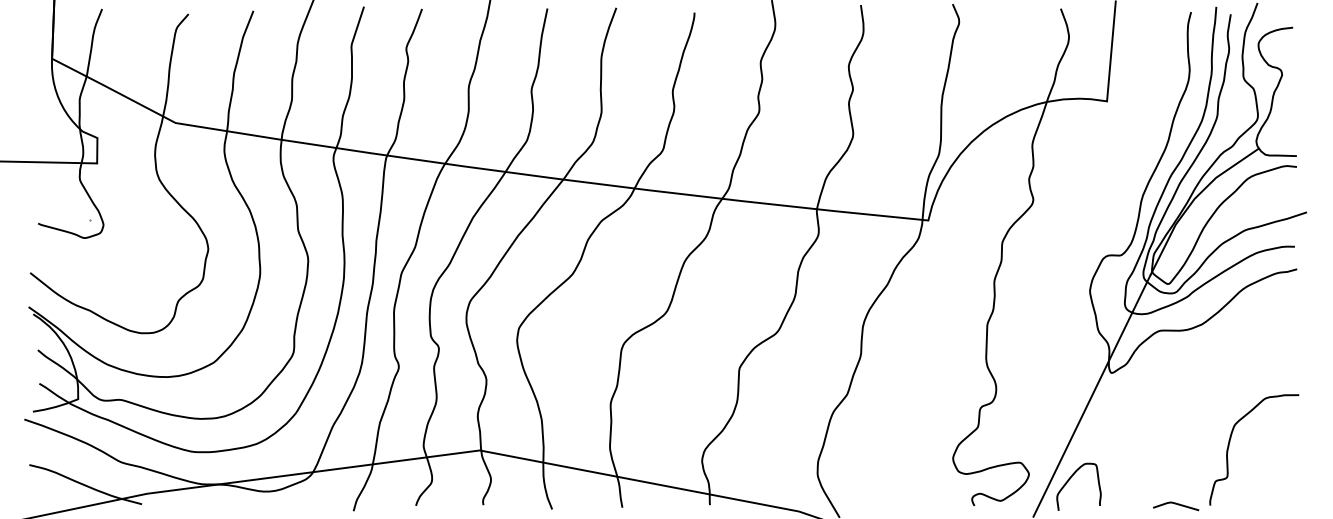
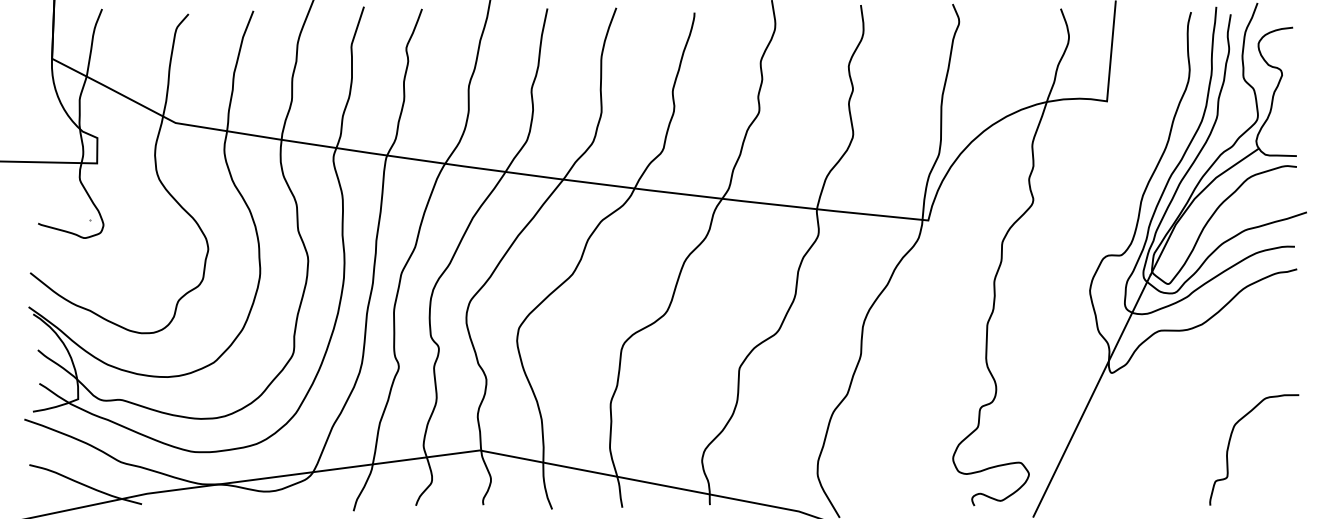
curve at (1071, 478): present -> none
curve at (1176, 504): present -> none
